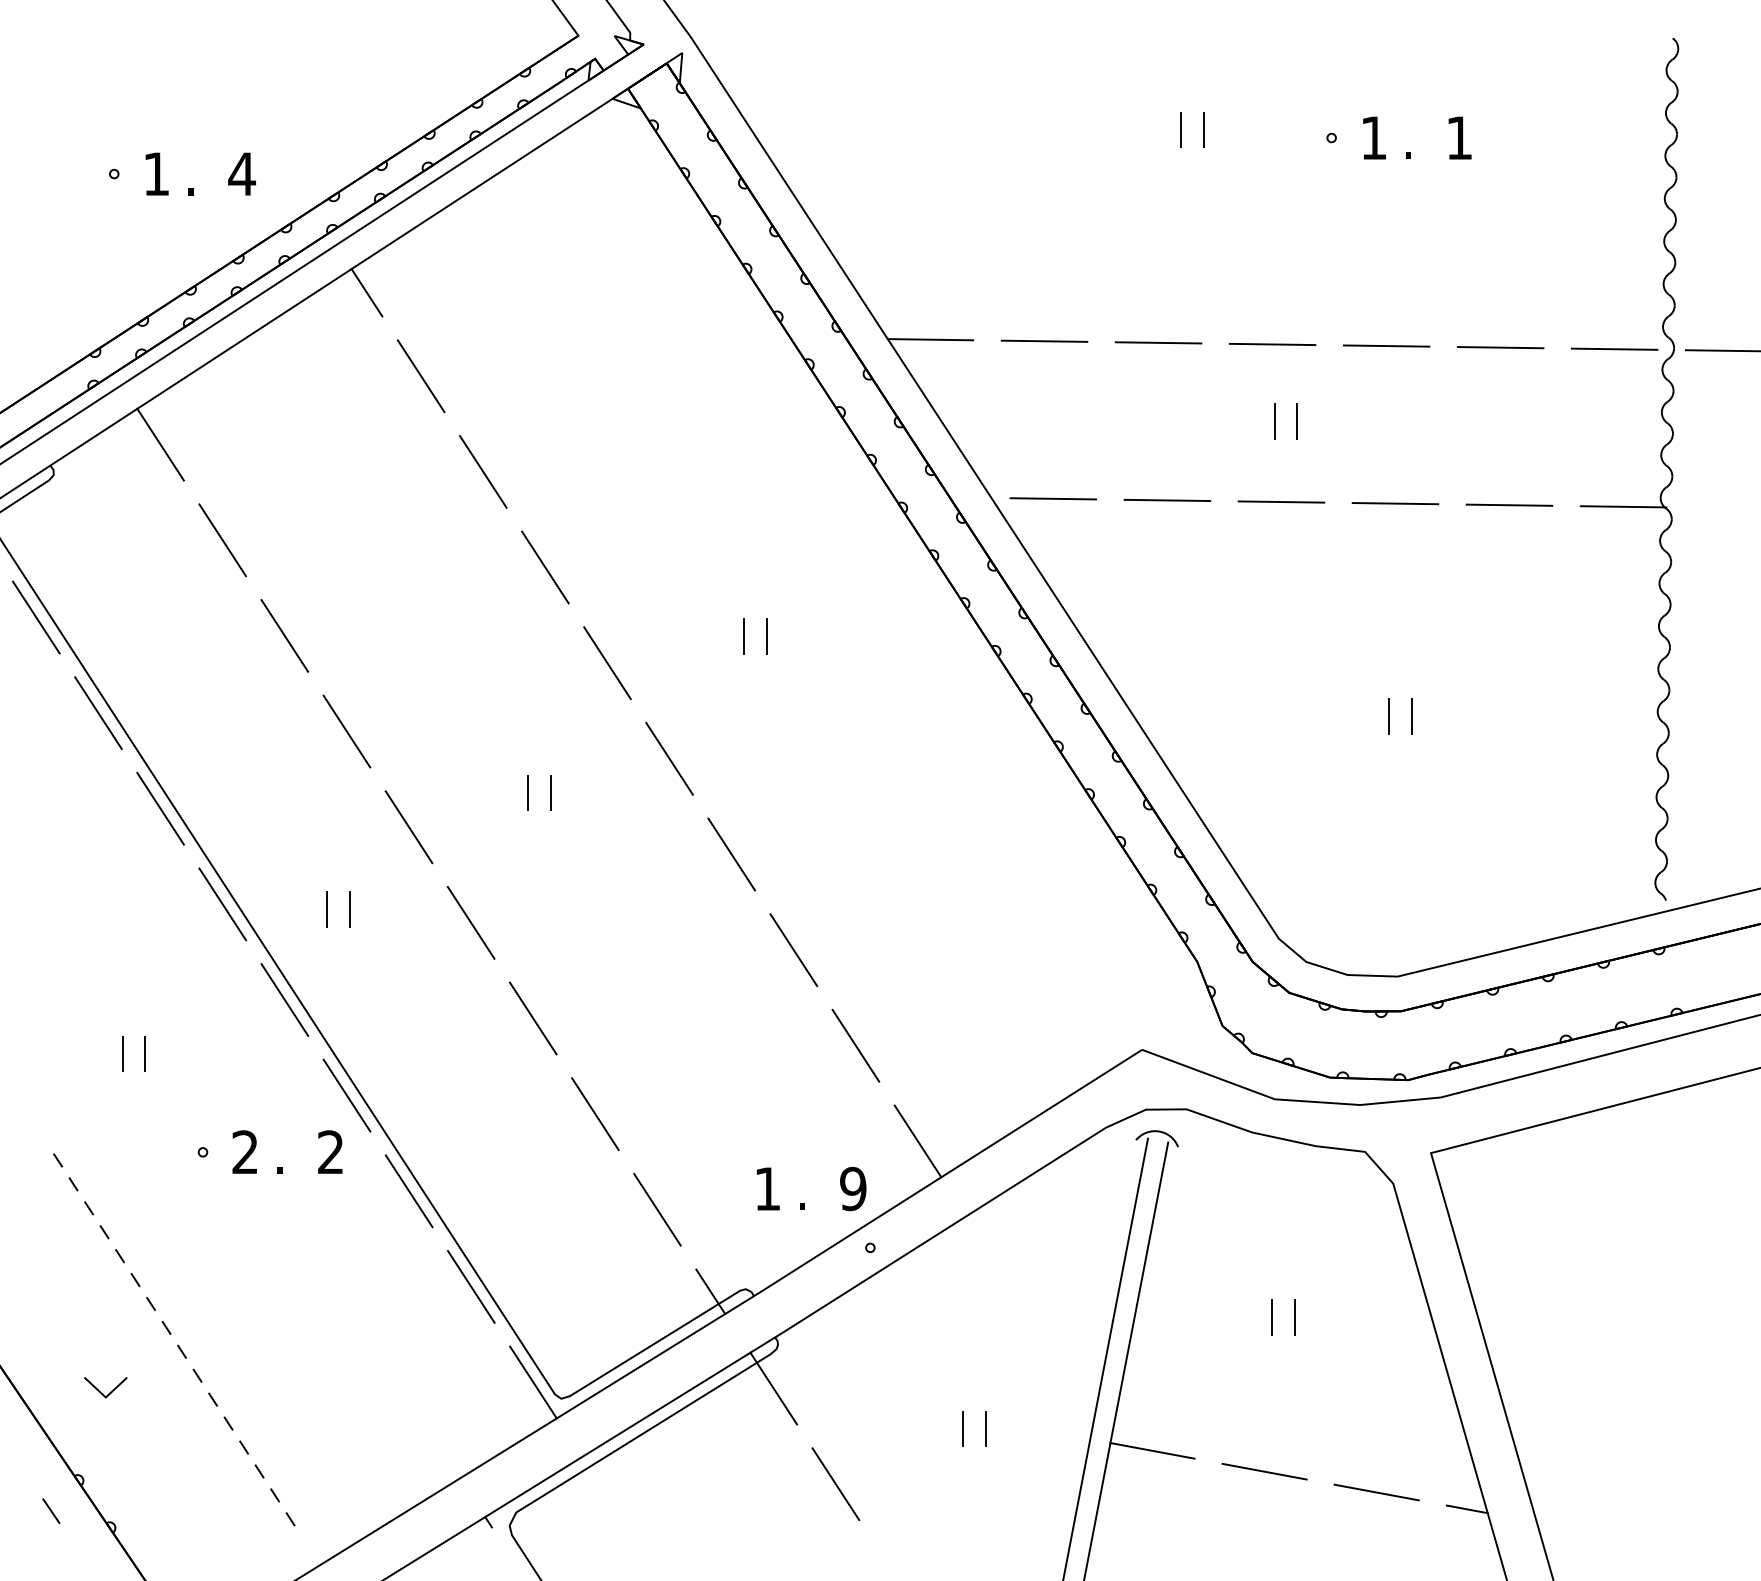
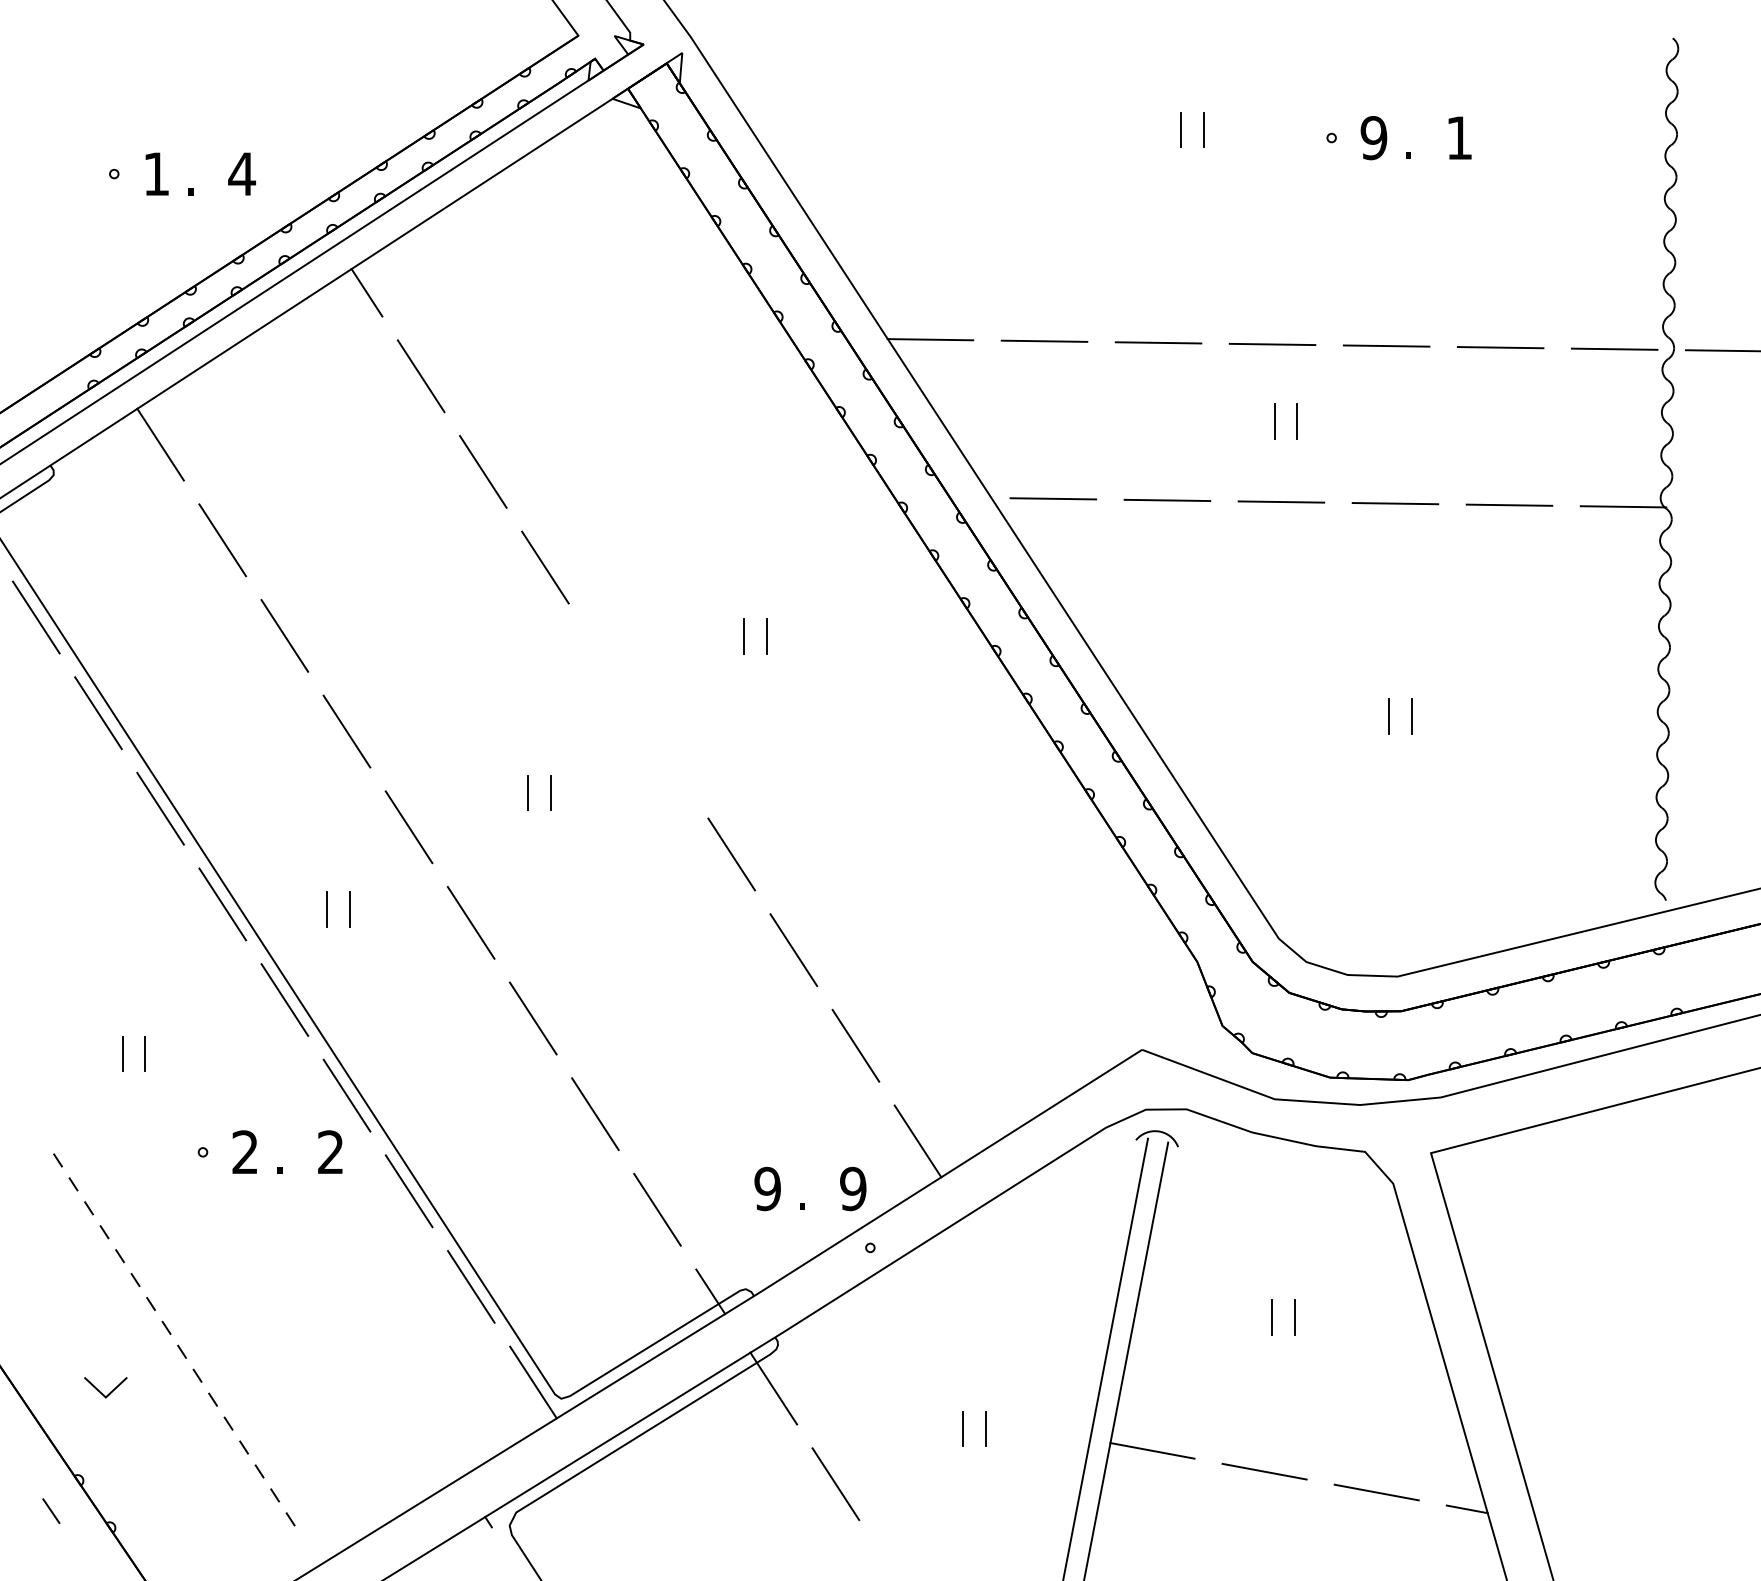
text at (1373, 138): 1 -> 9
line at (607, 663): present -> none
line at (669, 758): present -> none
text at (767, 1188): 1 -> 9
